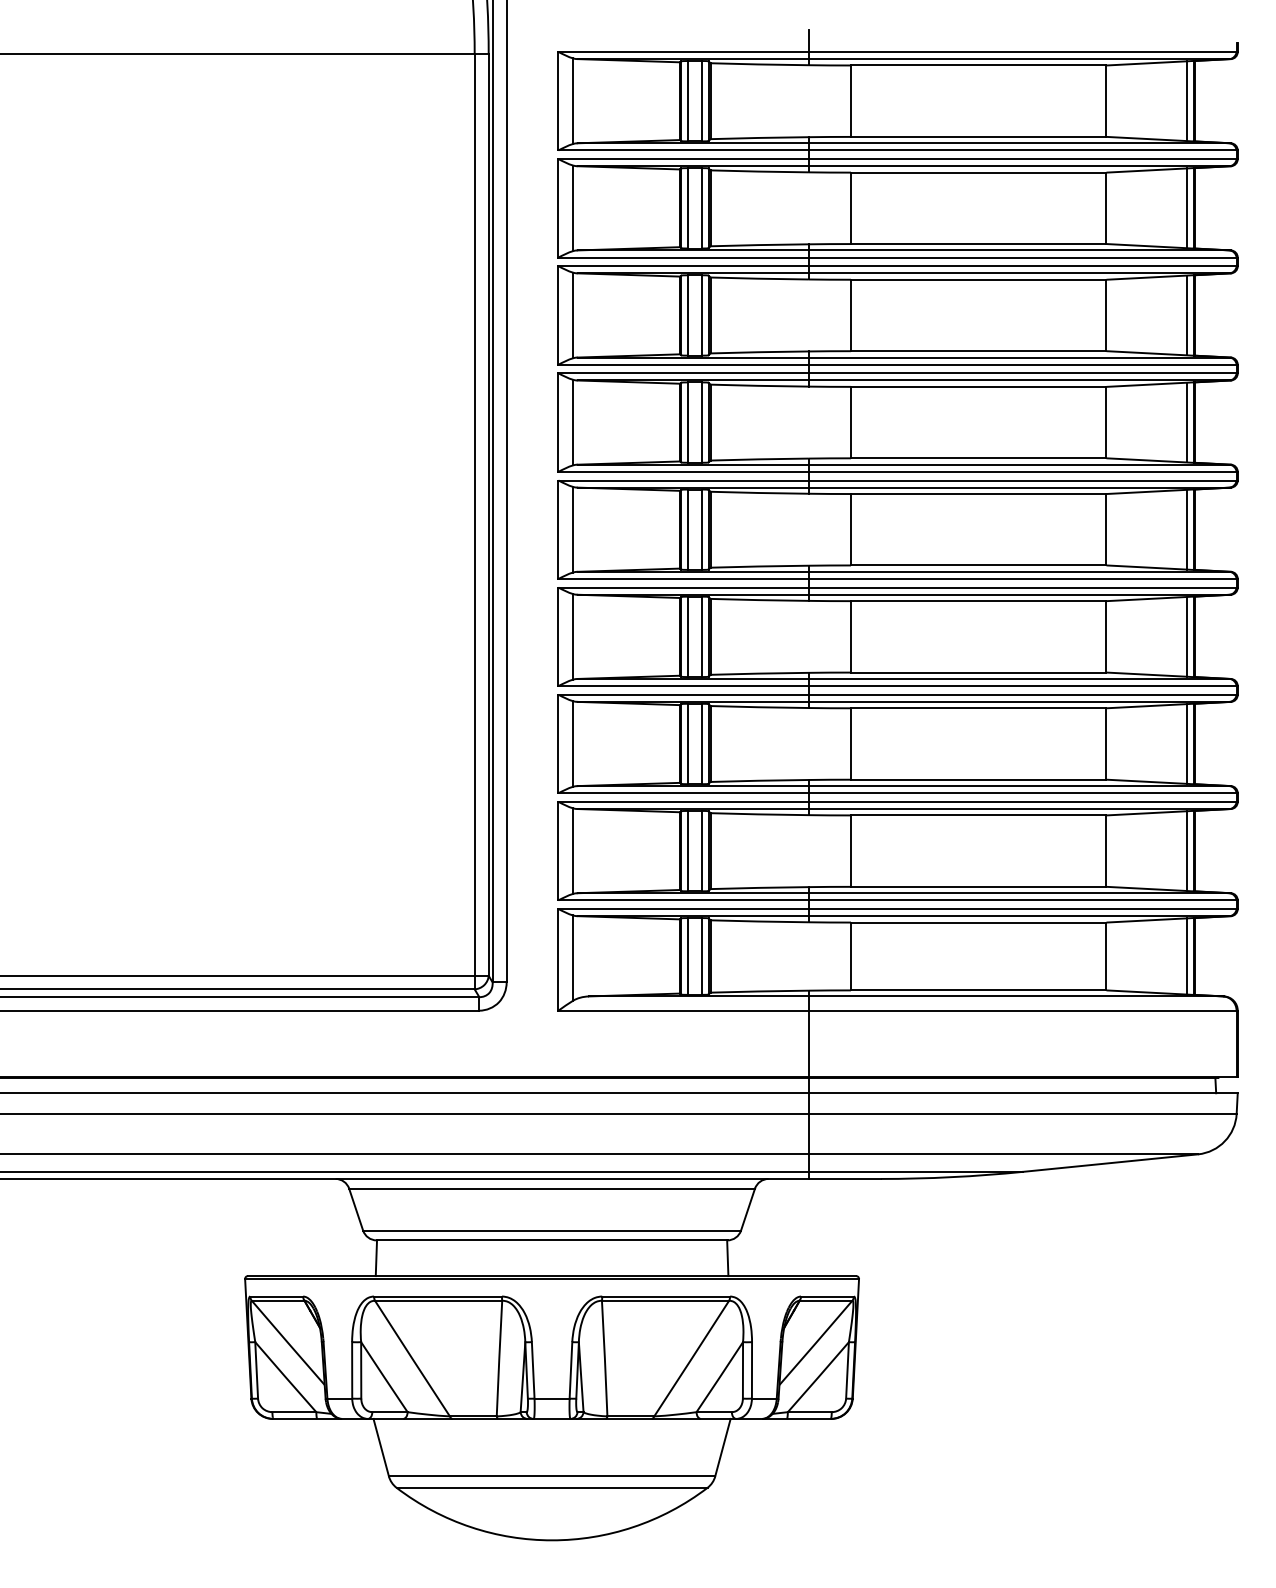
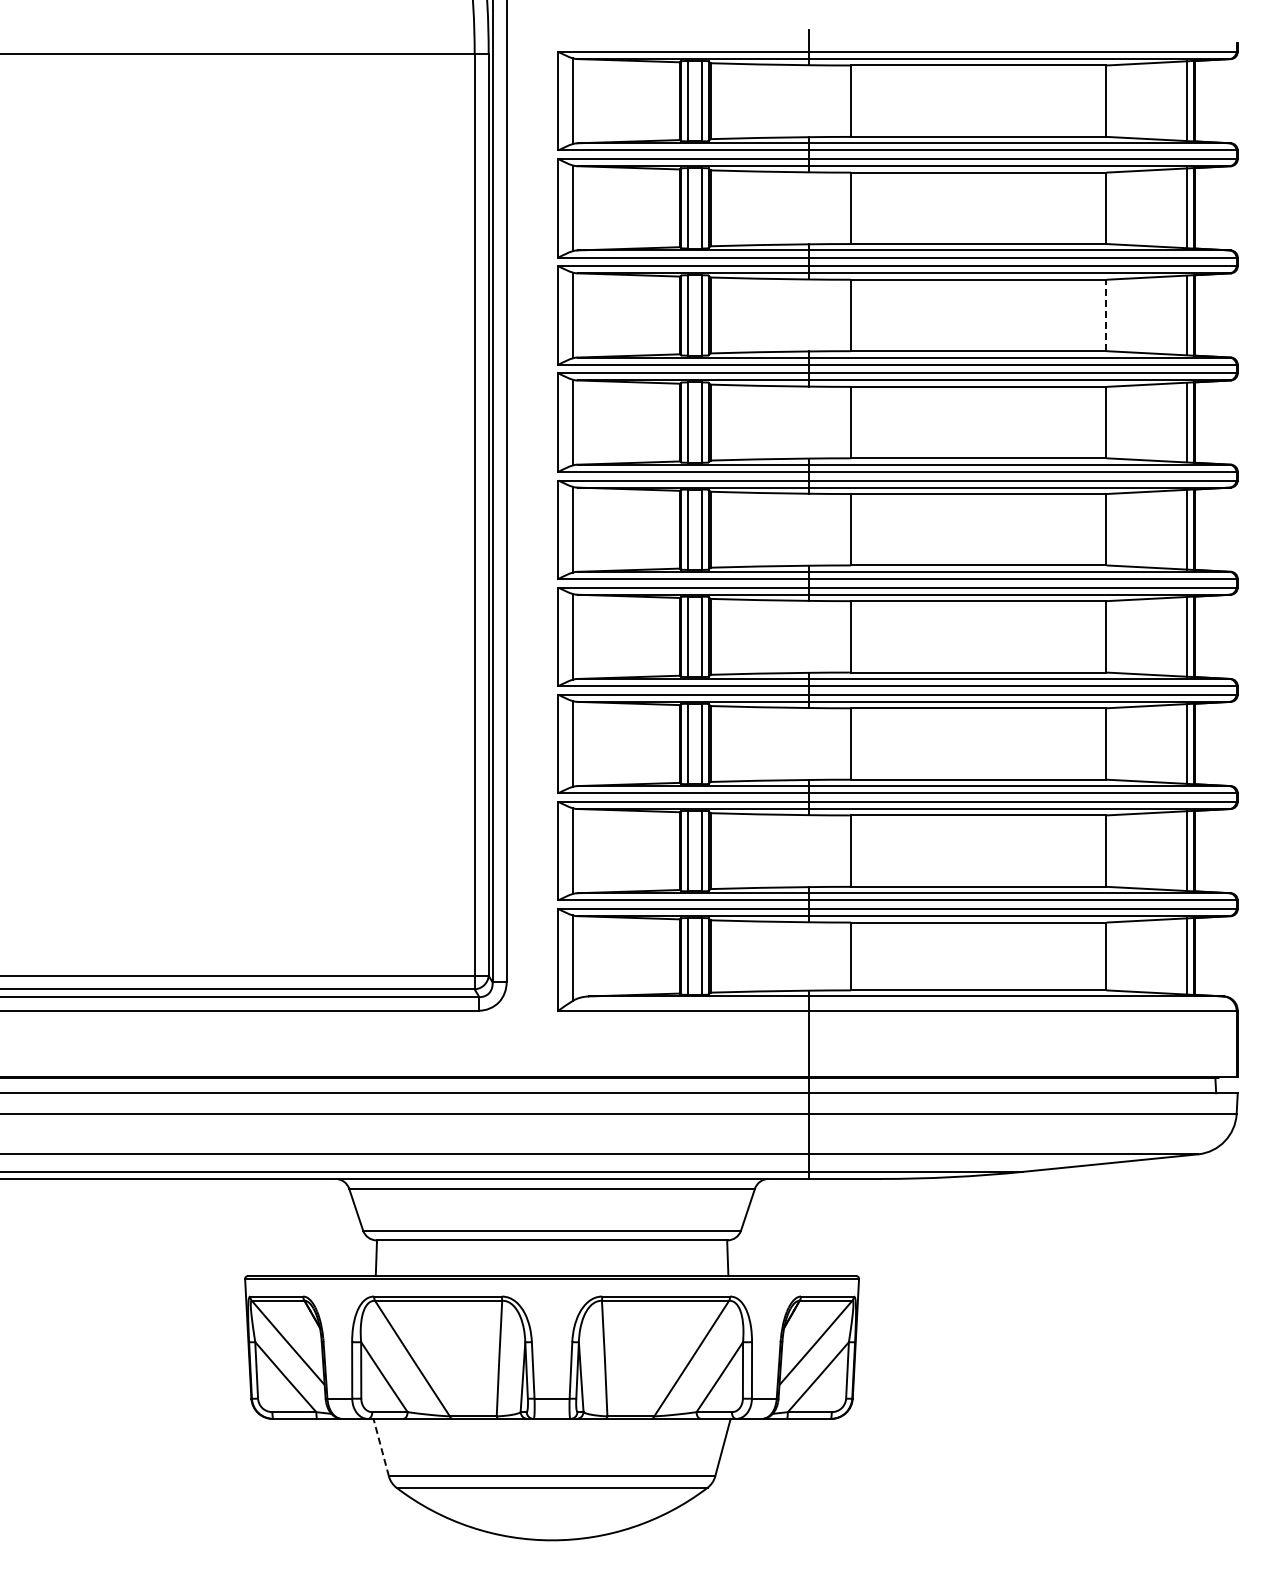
line at (1106, 315): solid -> dashed
line at (381, 1447): solid -> dashed
